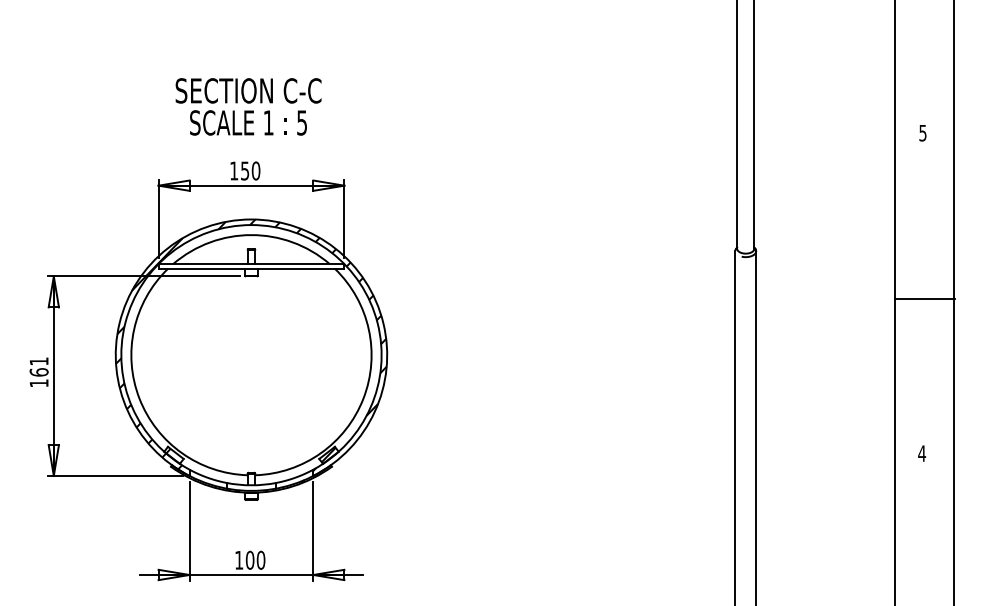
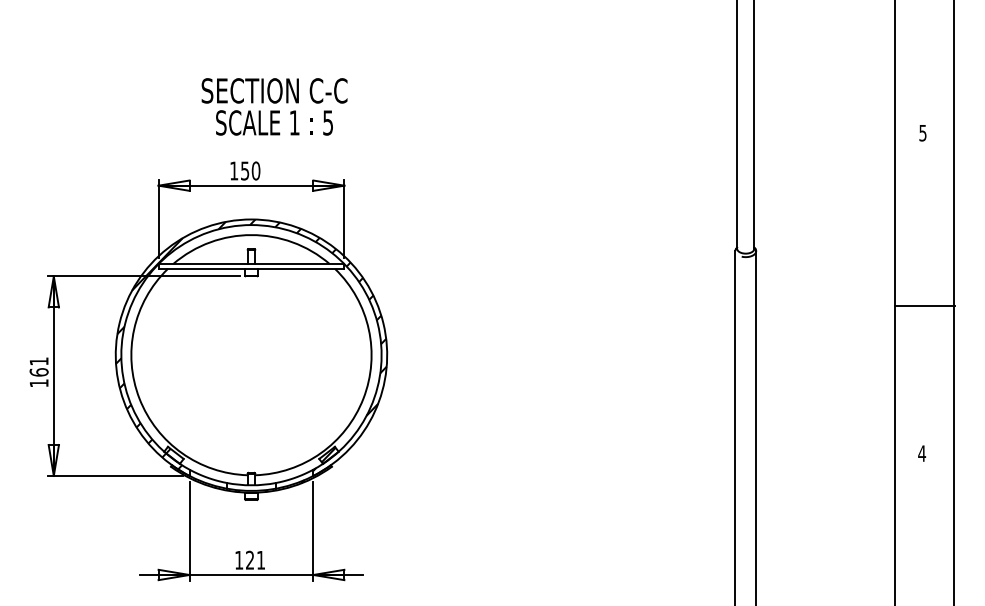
text at (248, 106) position: (248, 106) -> (274, 106)
line at (925, 298) position: (925, 298) -> (925, 305)
text at (255, 559): 100 -> 121
